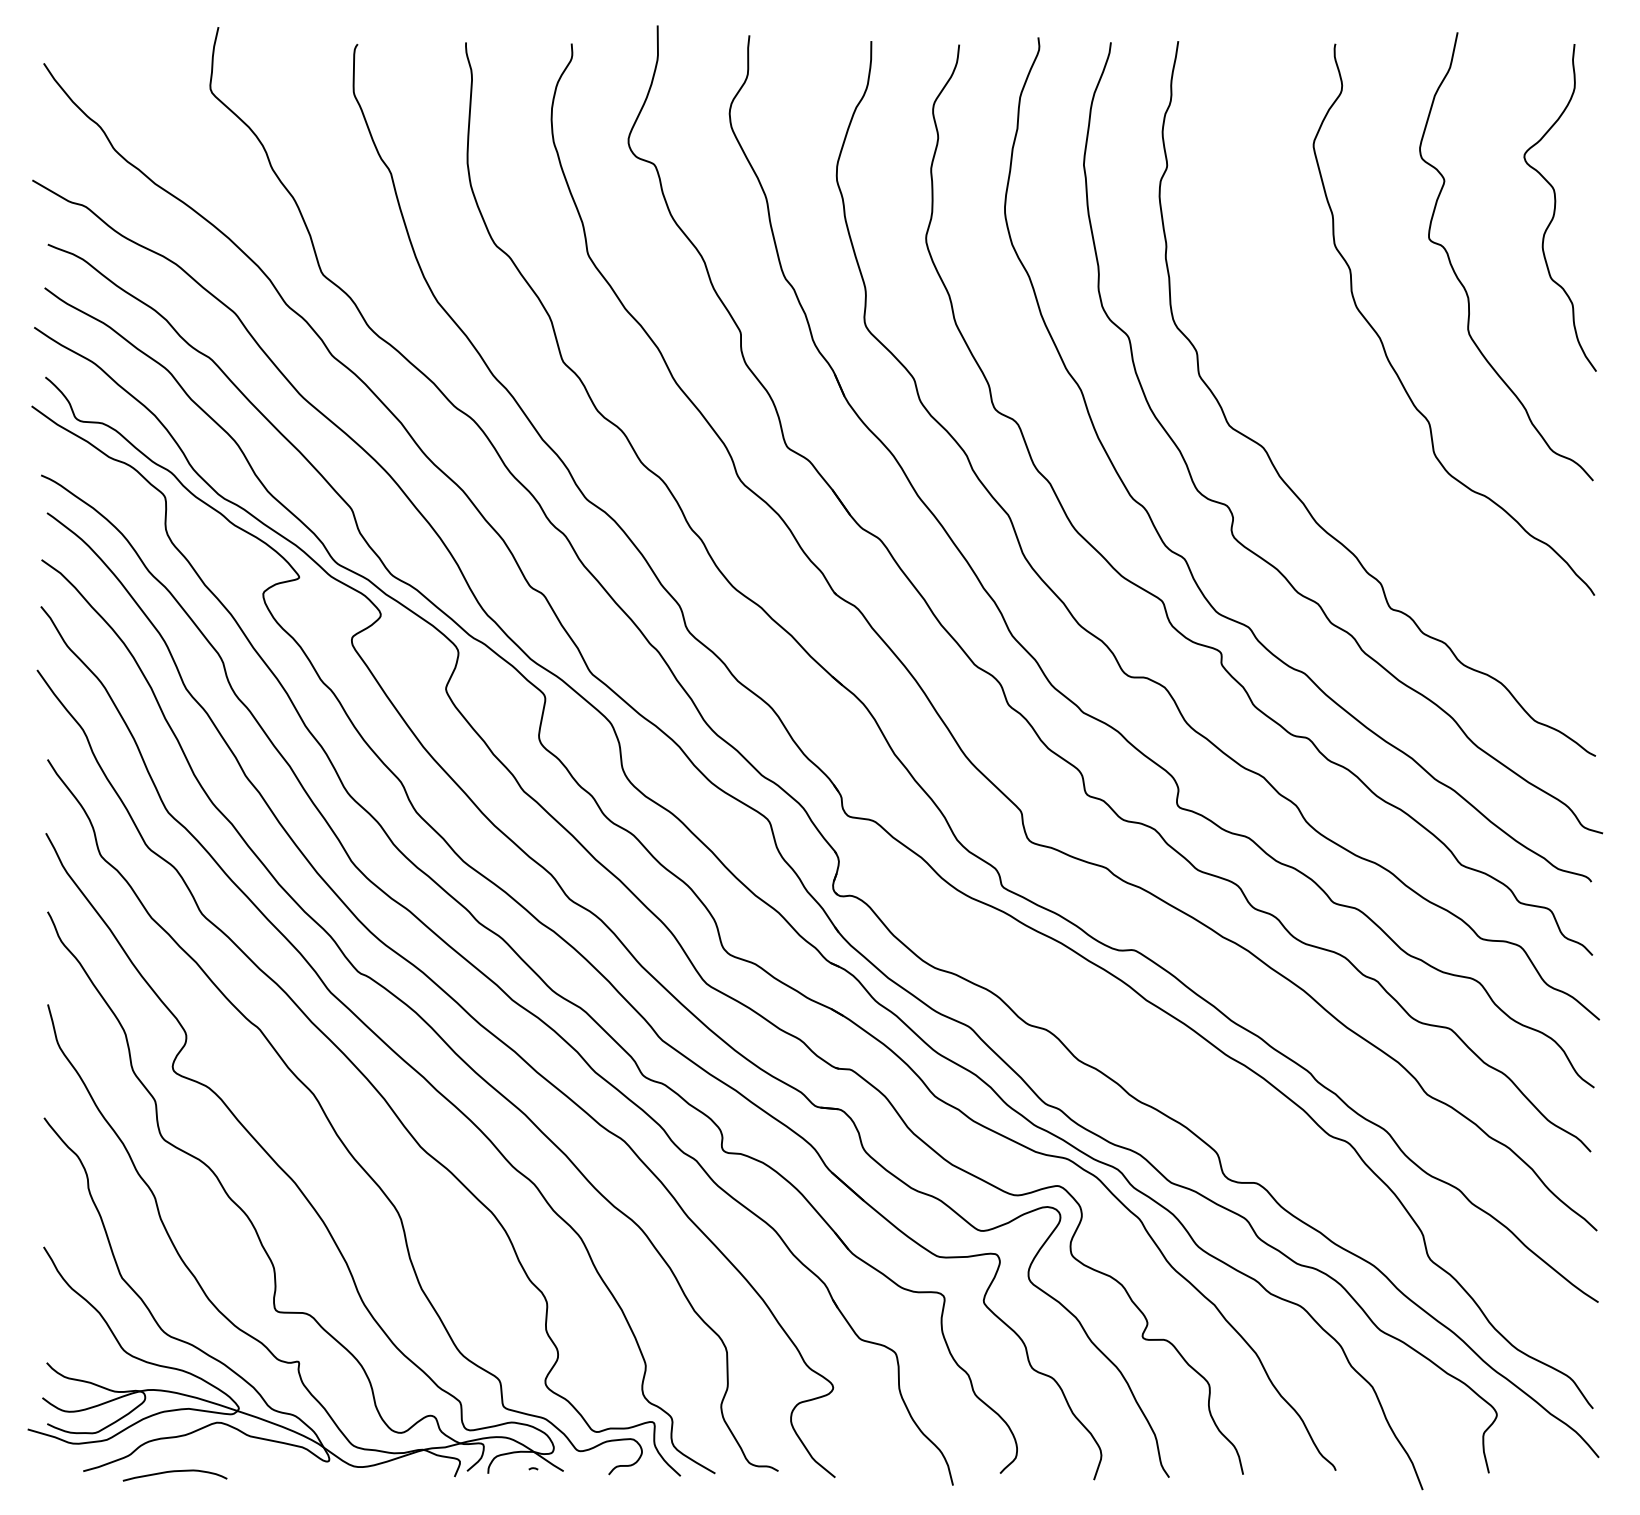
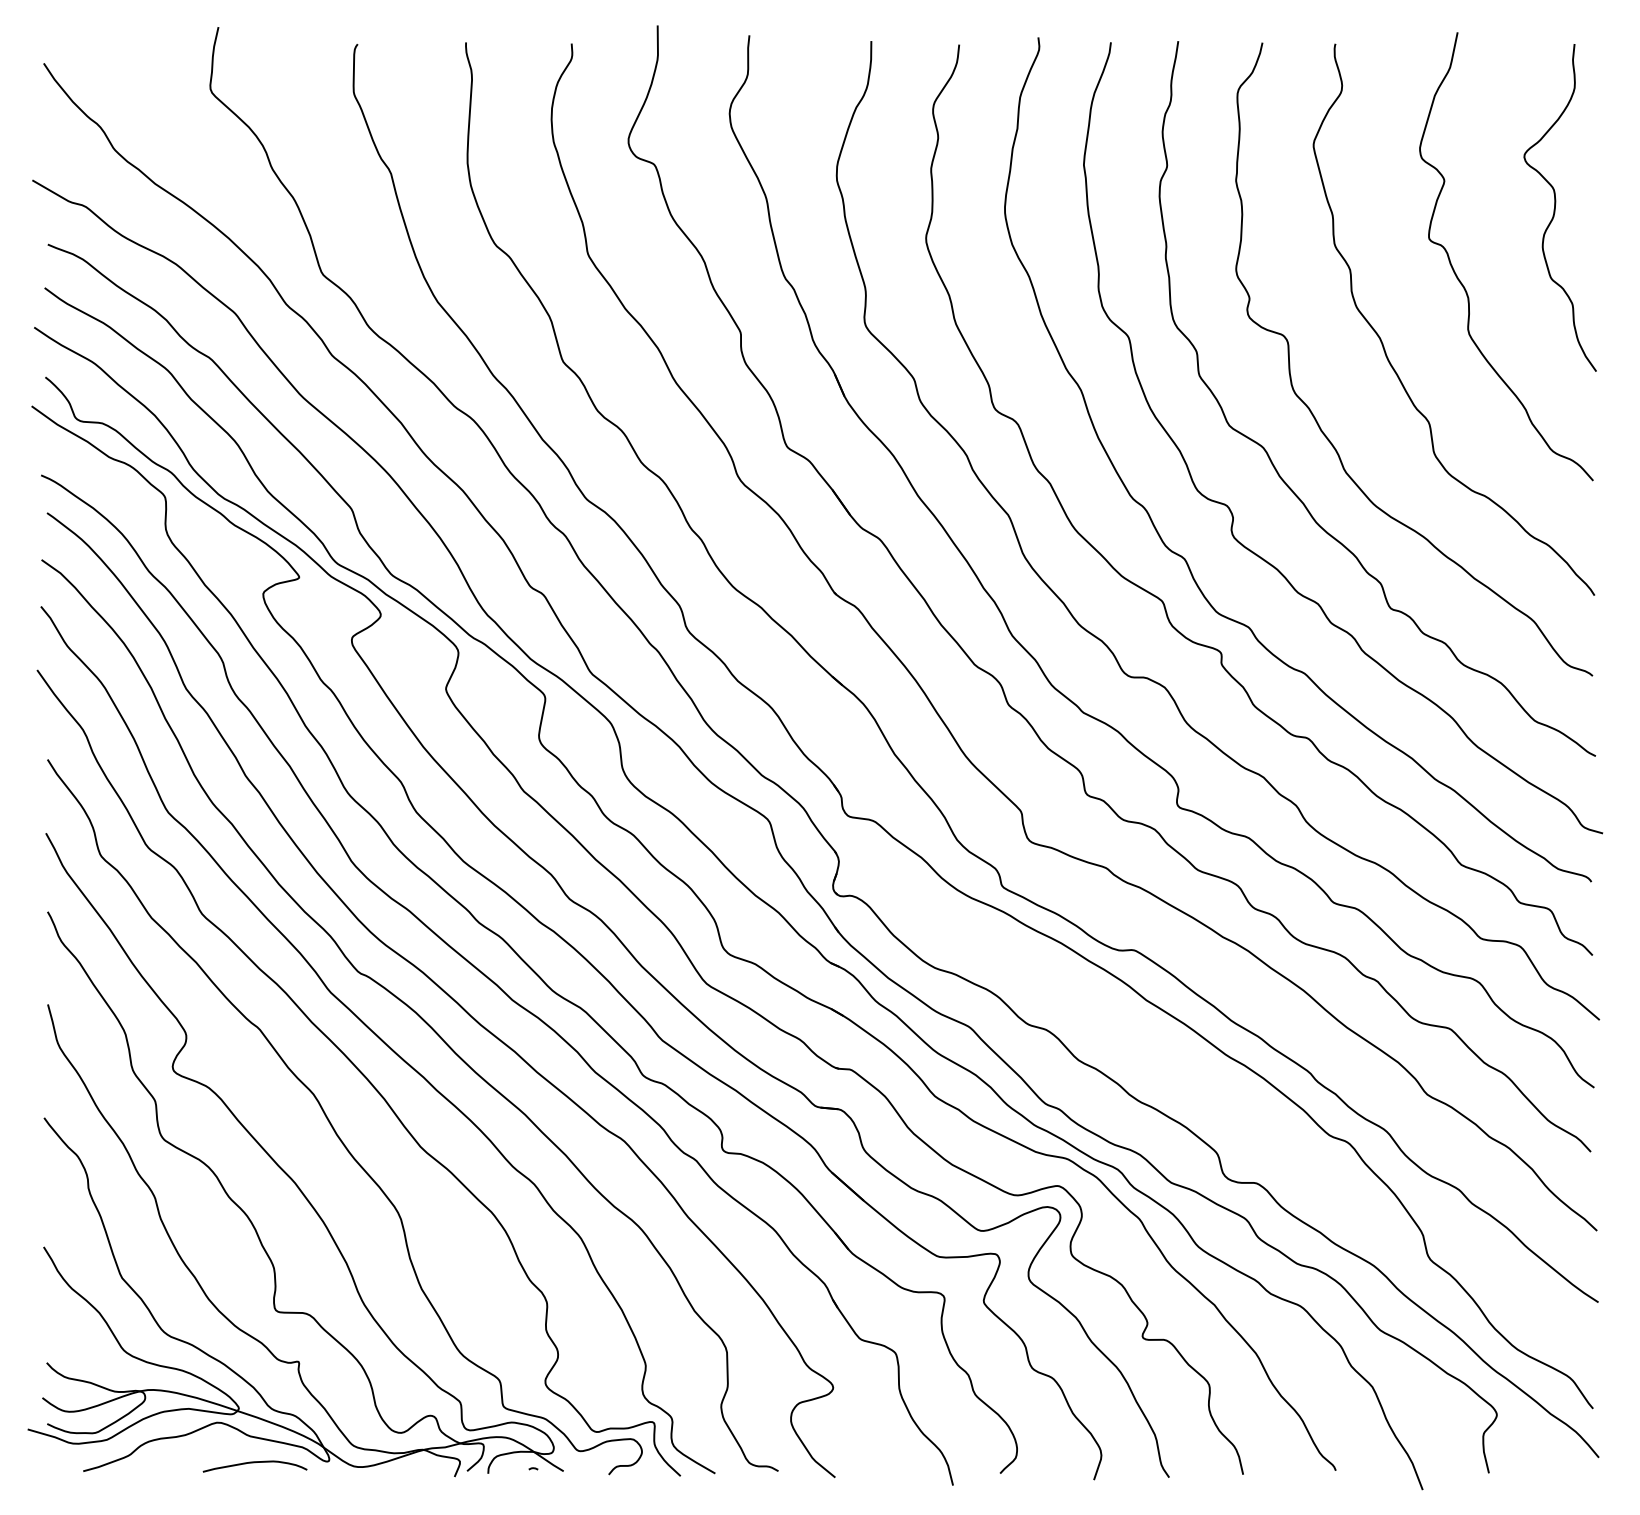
curve at (1314, 415): none -> present
curve at (174, 1472) position: (174, 1472) -> (254, 1463)
